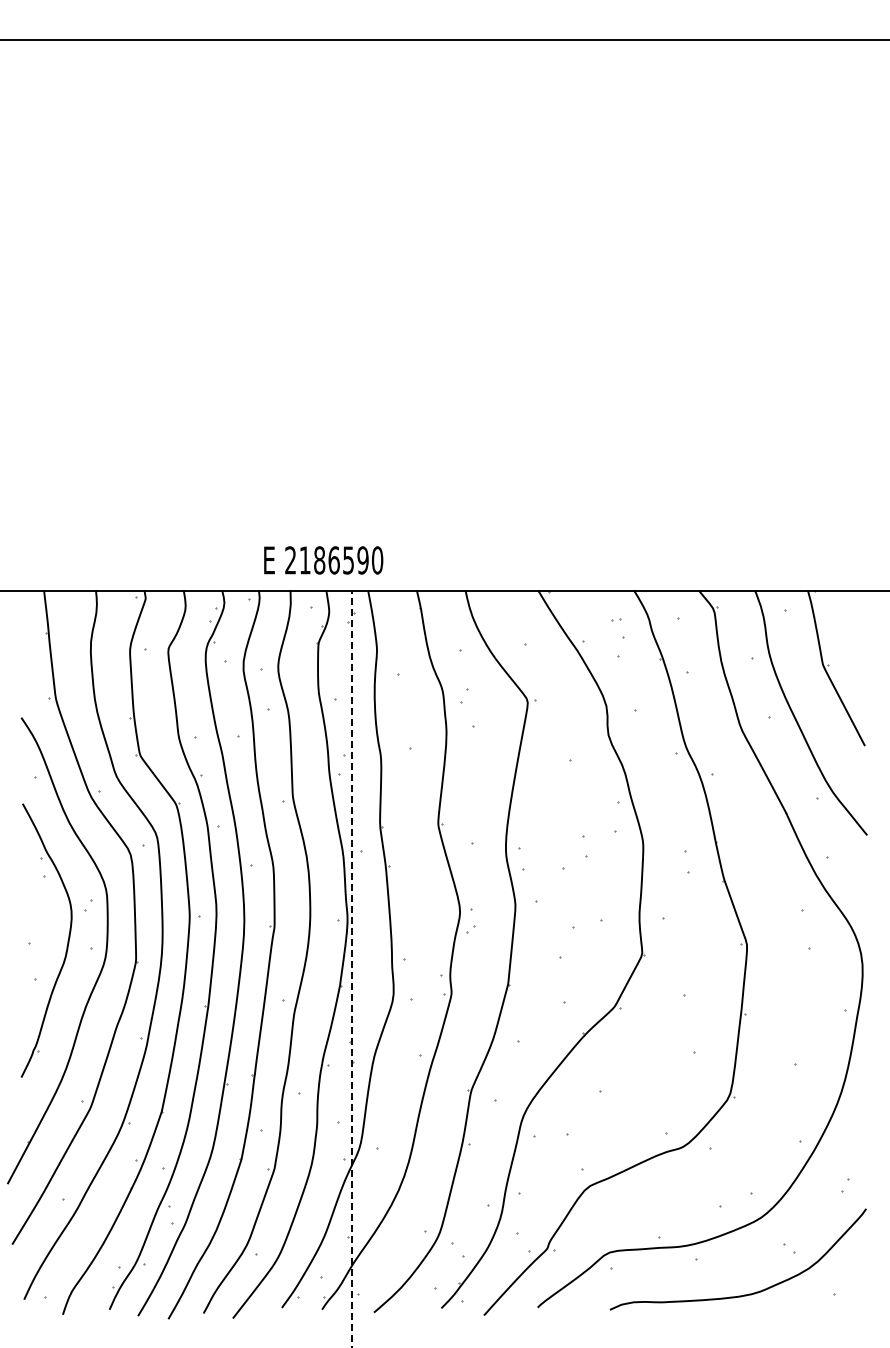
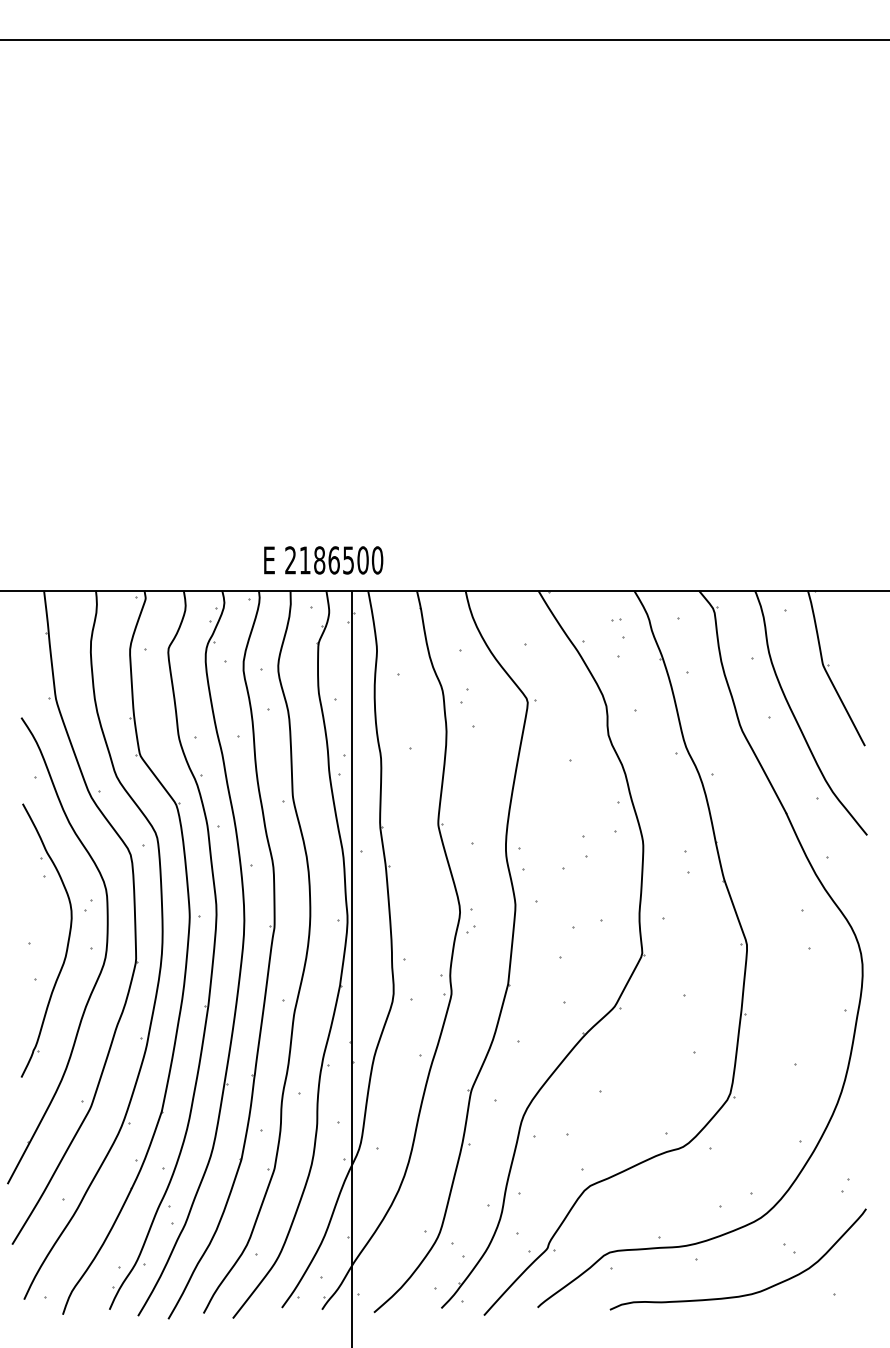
text at (362, 560): 2186590 -> 2186500
line at (351, 969): dashed -> solid
